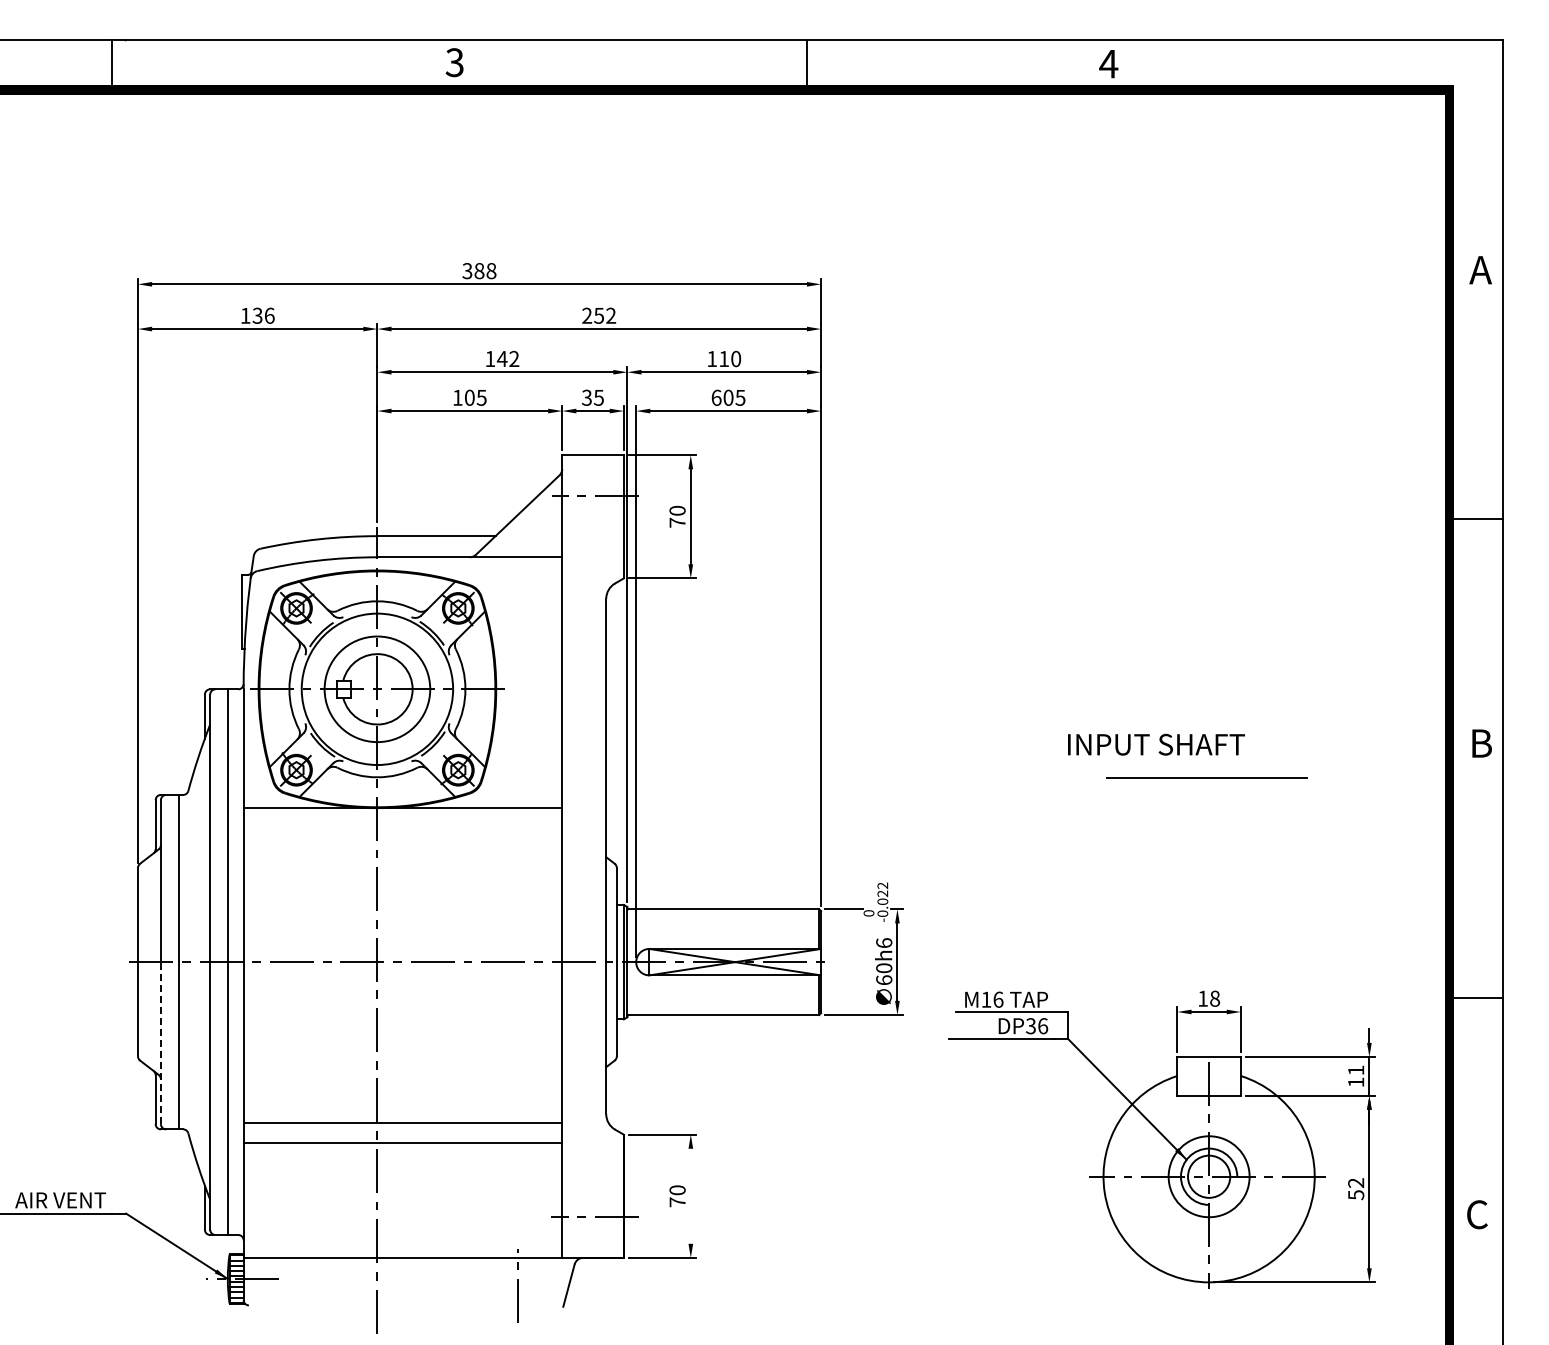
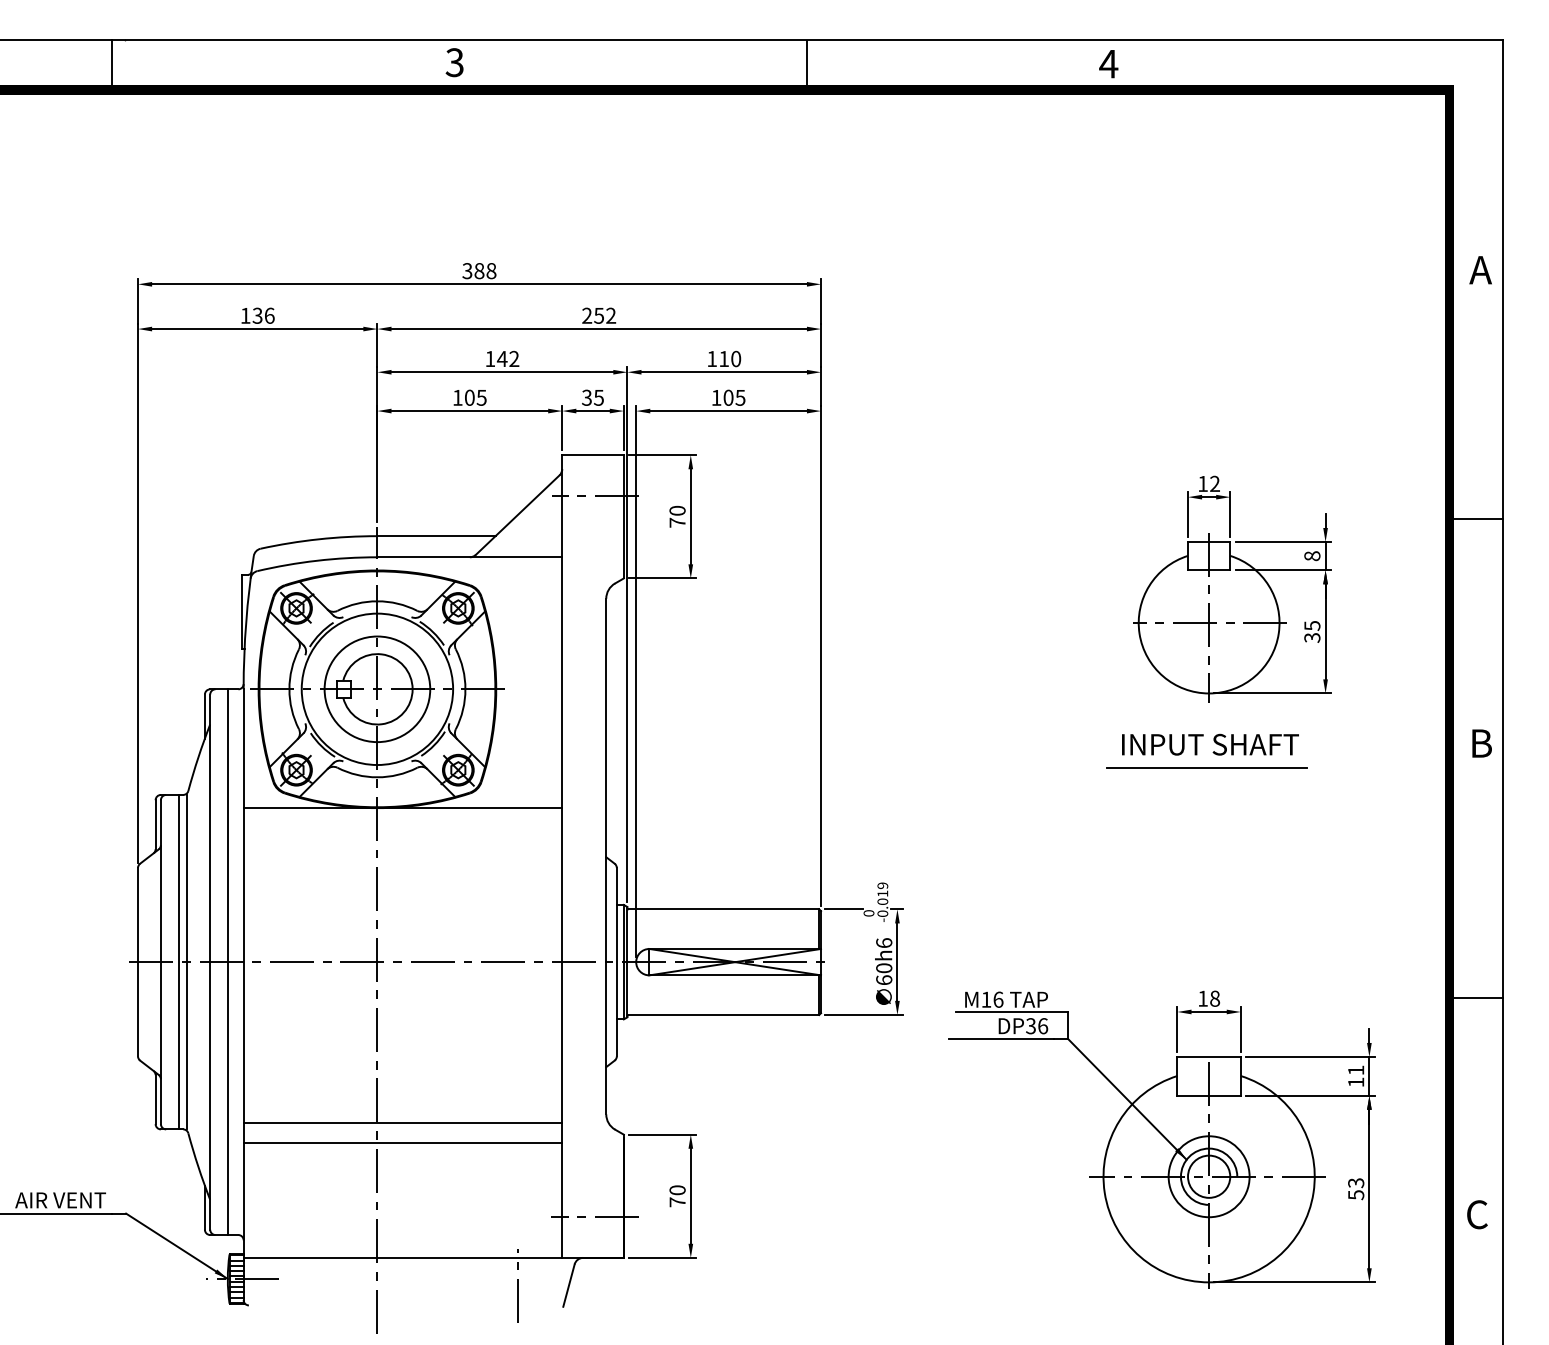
text at (716, 397): 605 -> 105
part at (1232, 588): none -> present
text at (1156, 744) position: (1156, 744) -> (1210, 744)
line at (1206, 777) position: (1206, 777) -> (1206, 767)
text at (882, 889): -0.022 -> -0.019
line at (187, 961): none -> present
line at (160, 1043): dashed -> solid
text at (1356, 1183): 52 -> 53
line at (690, 1195): none -> present
